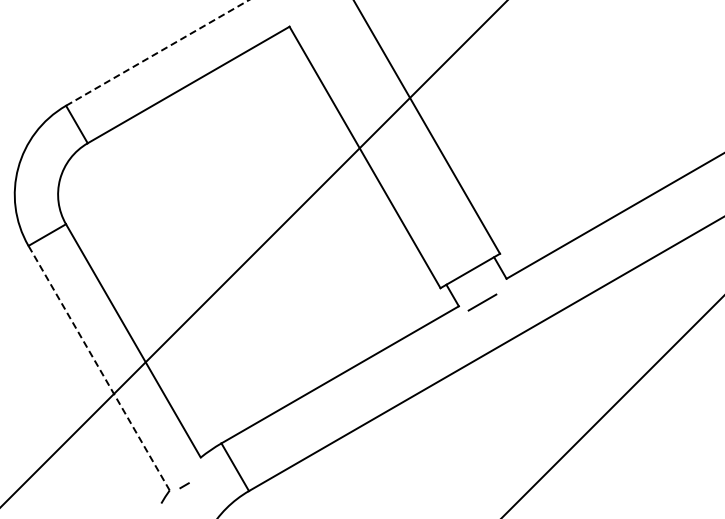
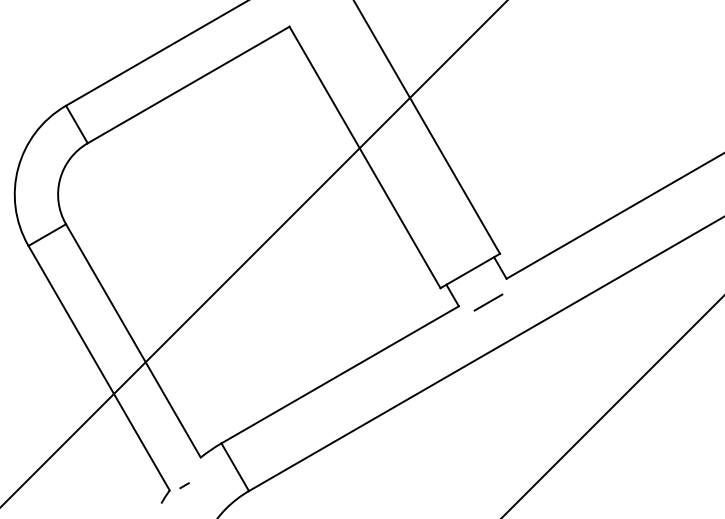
line at (157, 52): dashed -> solid
line at (482, 302) position: (482, 302) -> (488, 302)
line at (98, 367): dashed -> solid
